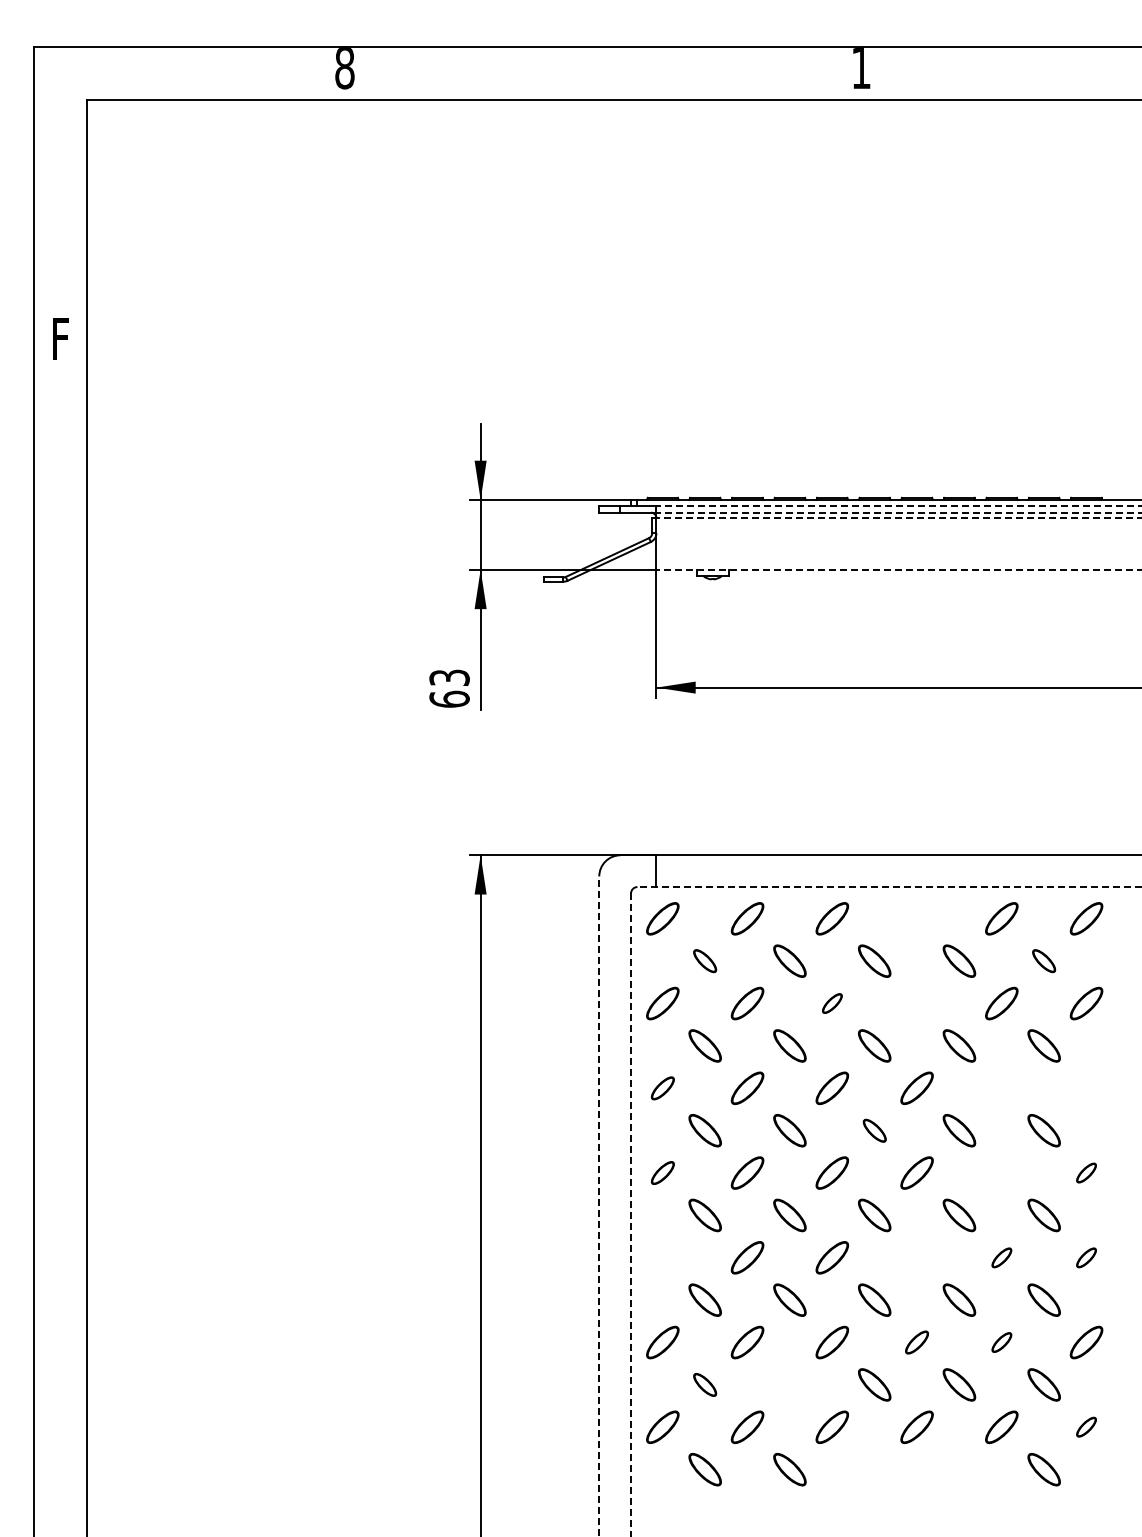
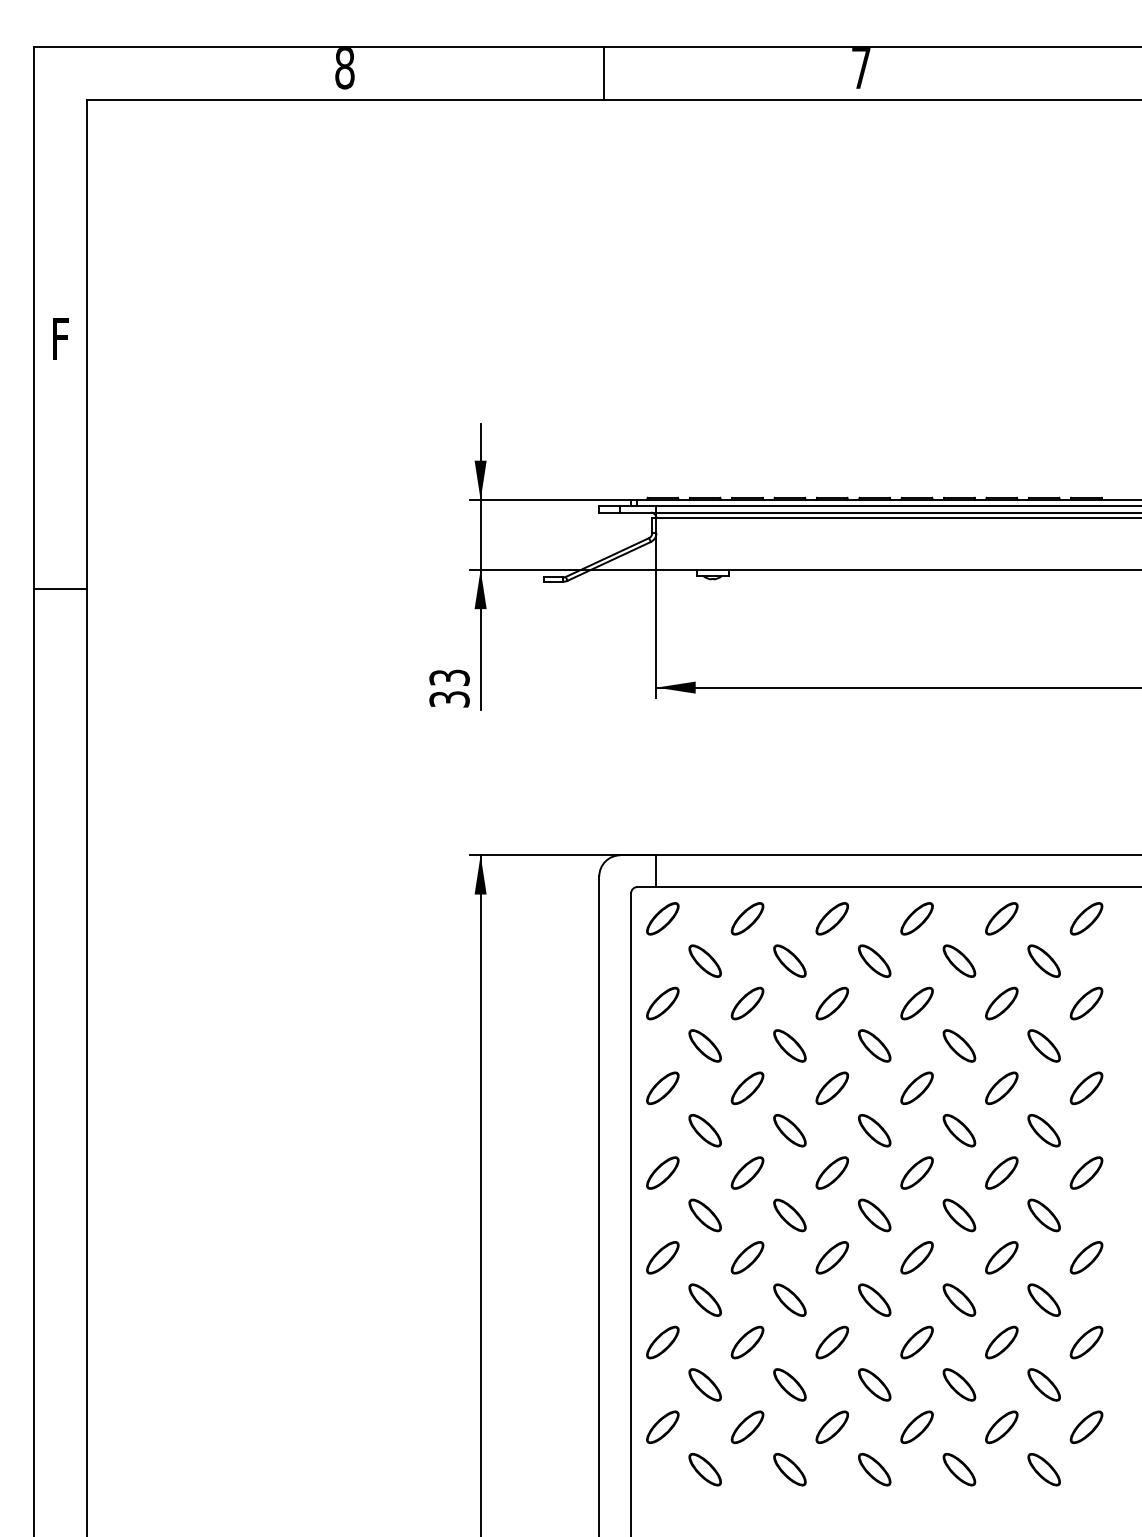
text at (861, 68): 1 -> 7
line at (603, 73): none -> present
line at (898, 506): dashed -> solid
line at (898, 512): dashed -> solid
line at (899, 518): dashed -> solid
line at (899, 569): dashed -> solid
line at (60, 589): none -> present
text at (449, 698): 63 -> 33
line at (889, 887): dashed -> solid
part at (916, 918): none -> present
part at (705, 961) size: 25x25 px -> 34x34 px
part at (1044, 961) size: 25x25 px -> 34x34 px
part at (832, 1003) size: 21x21 px -> 35x35 px
part at (916, 1003): none -> present
part at (1086, 1087): none -> present
part at (662, 1088) size: 25x25 px -> 34x35 px
part at (1001, 1088): none -> present
part at (874, 1130) size: 25x25 px -> 34x34 px
part at (662, 1172) size: 25x24 px -> 34x34 px
part at (1001, 1172): none -> present
part at (1086, 1172) size: 21x22 px -> 35x34 px
line at (599, 1206): dashed -> solid
line at (631, 1215): dashed -> solid
part at (662, 1257): none -> present
part at (916, 1257): none -> present
part at (1001, 1257) size: 22x22 px -> 34x34 px
part at (1086, 1257) size: 21x22 px -> 35x34 px
part at (916, 1342) size: 24x25 px -> 34x35 px
part at (1001, 1342) size: 22x21 px -> 34x35 px
part at (705, 1384) size: 25x24 px -> 34x34 px
part at (789, 1384): none -> present
part at (1086, 1426) size: 21x22 px -> 35x34 px
part at (874, 1469): none -> present
part at (959, 1469): none -> present
